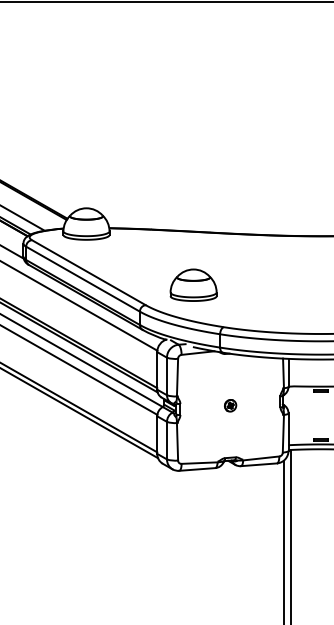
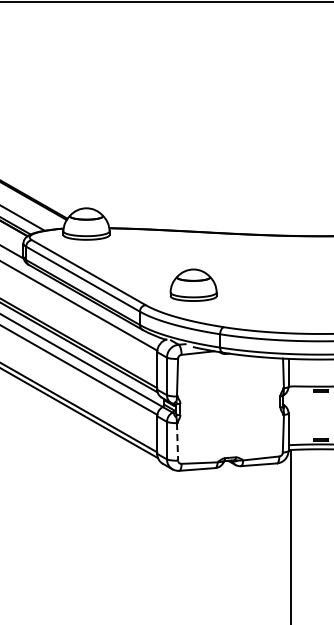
part at (230, 405): present -> none
line at (177, 441): solid -> dashed
line at (283, 540): present -> none
